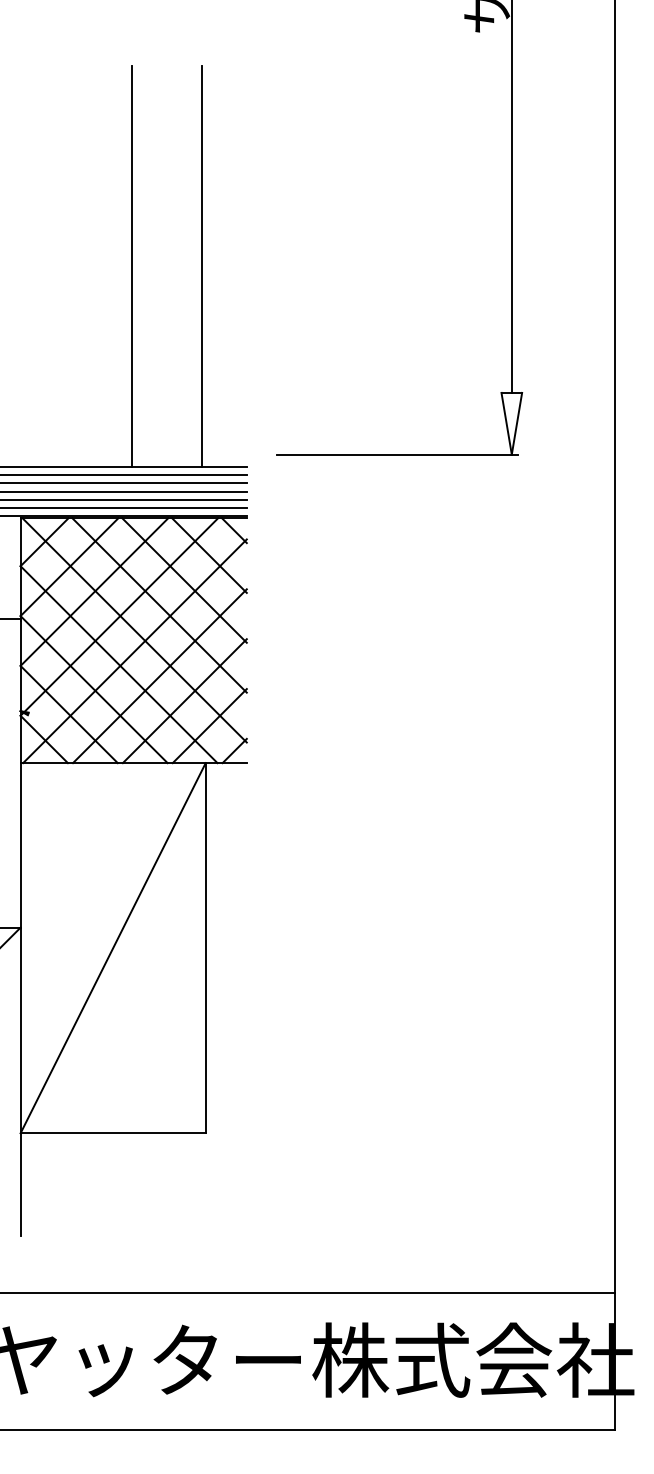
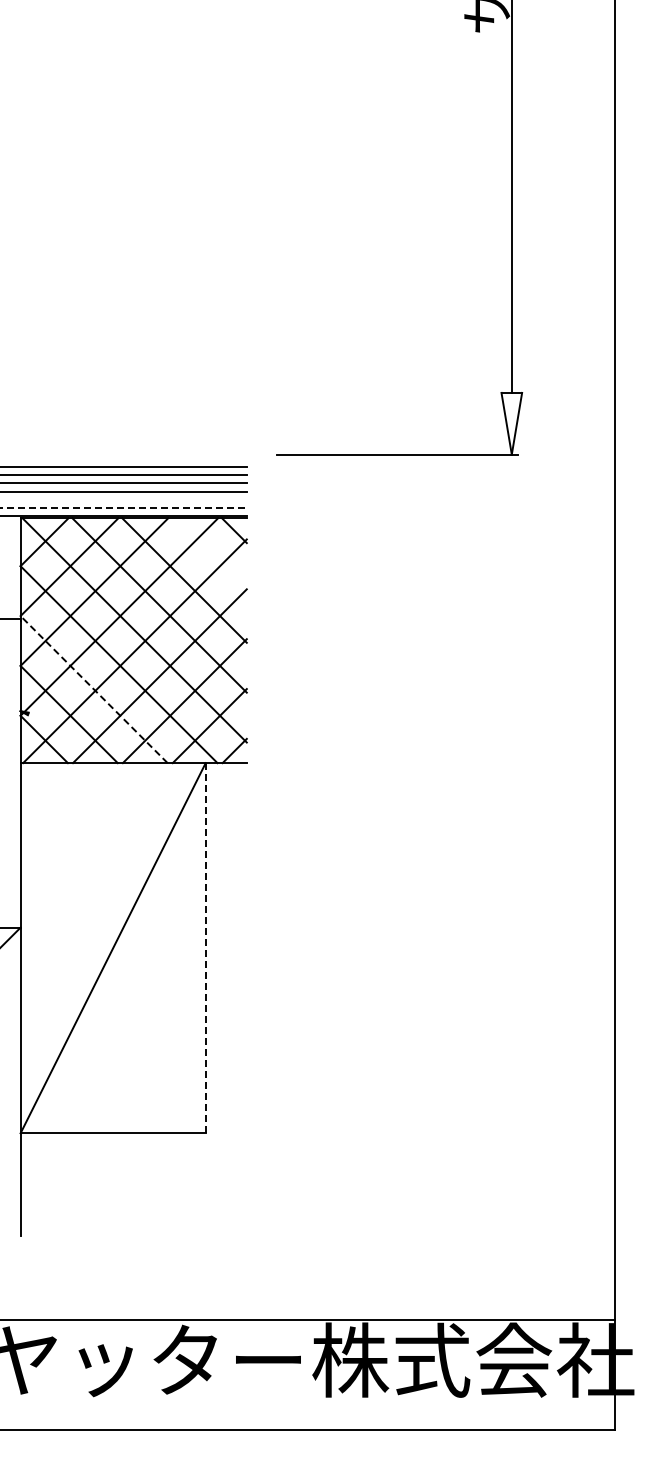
line at (131, 266): present -> none
line at (201, 266): present -> none
line at (124, 499): present -> none
line at (123, 508): solid -> dashed
line at (209, 555): present -> none
line at (94, 689): solid -> dashed
line at (205, 948): solid -> dashed
line at (308, 1292) position: (308, 1292) -> (308, 1319)
